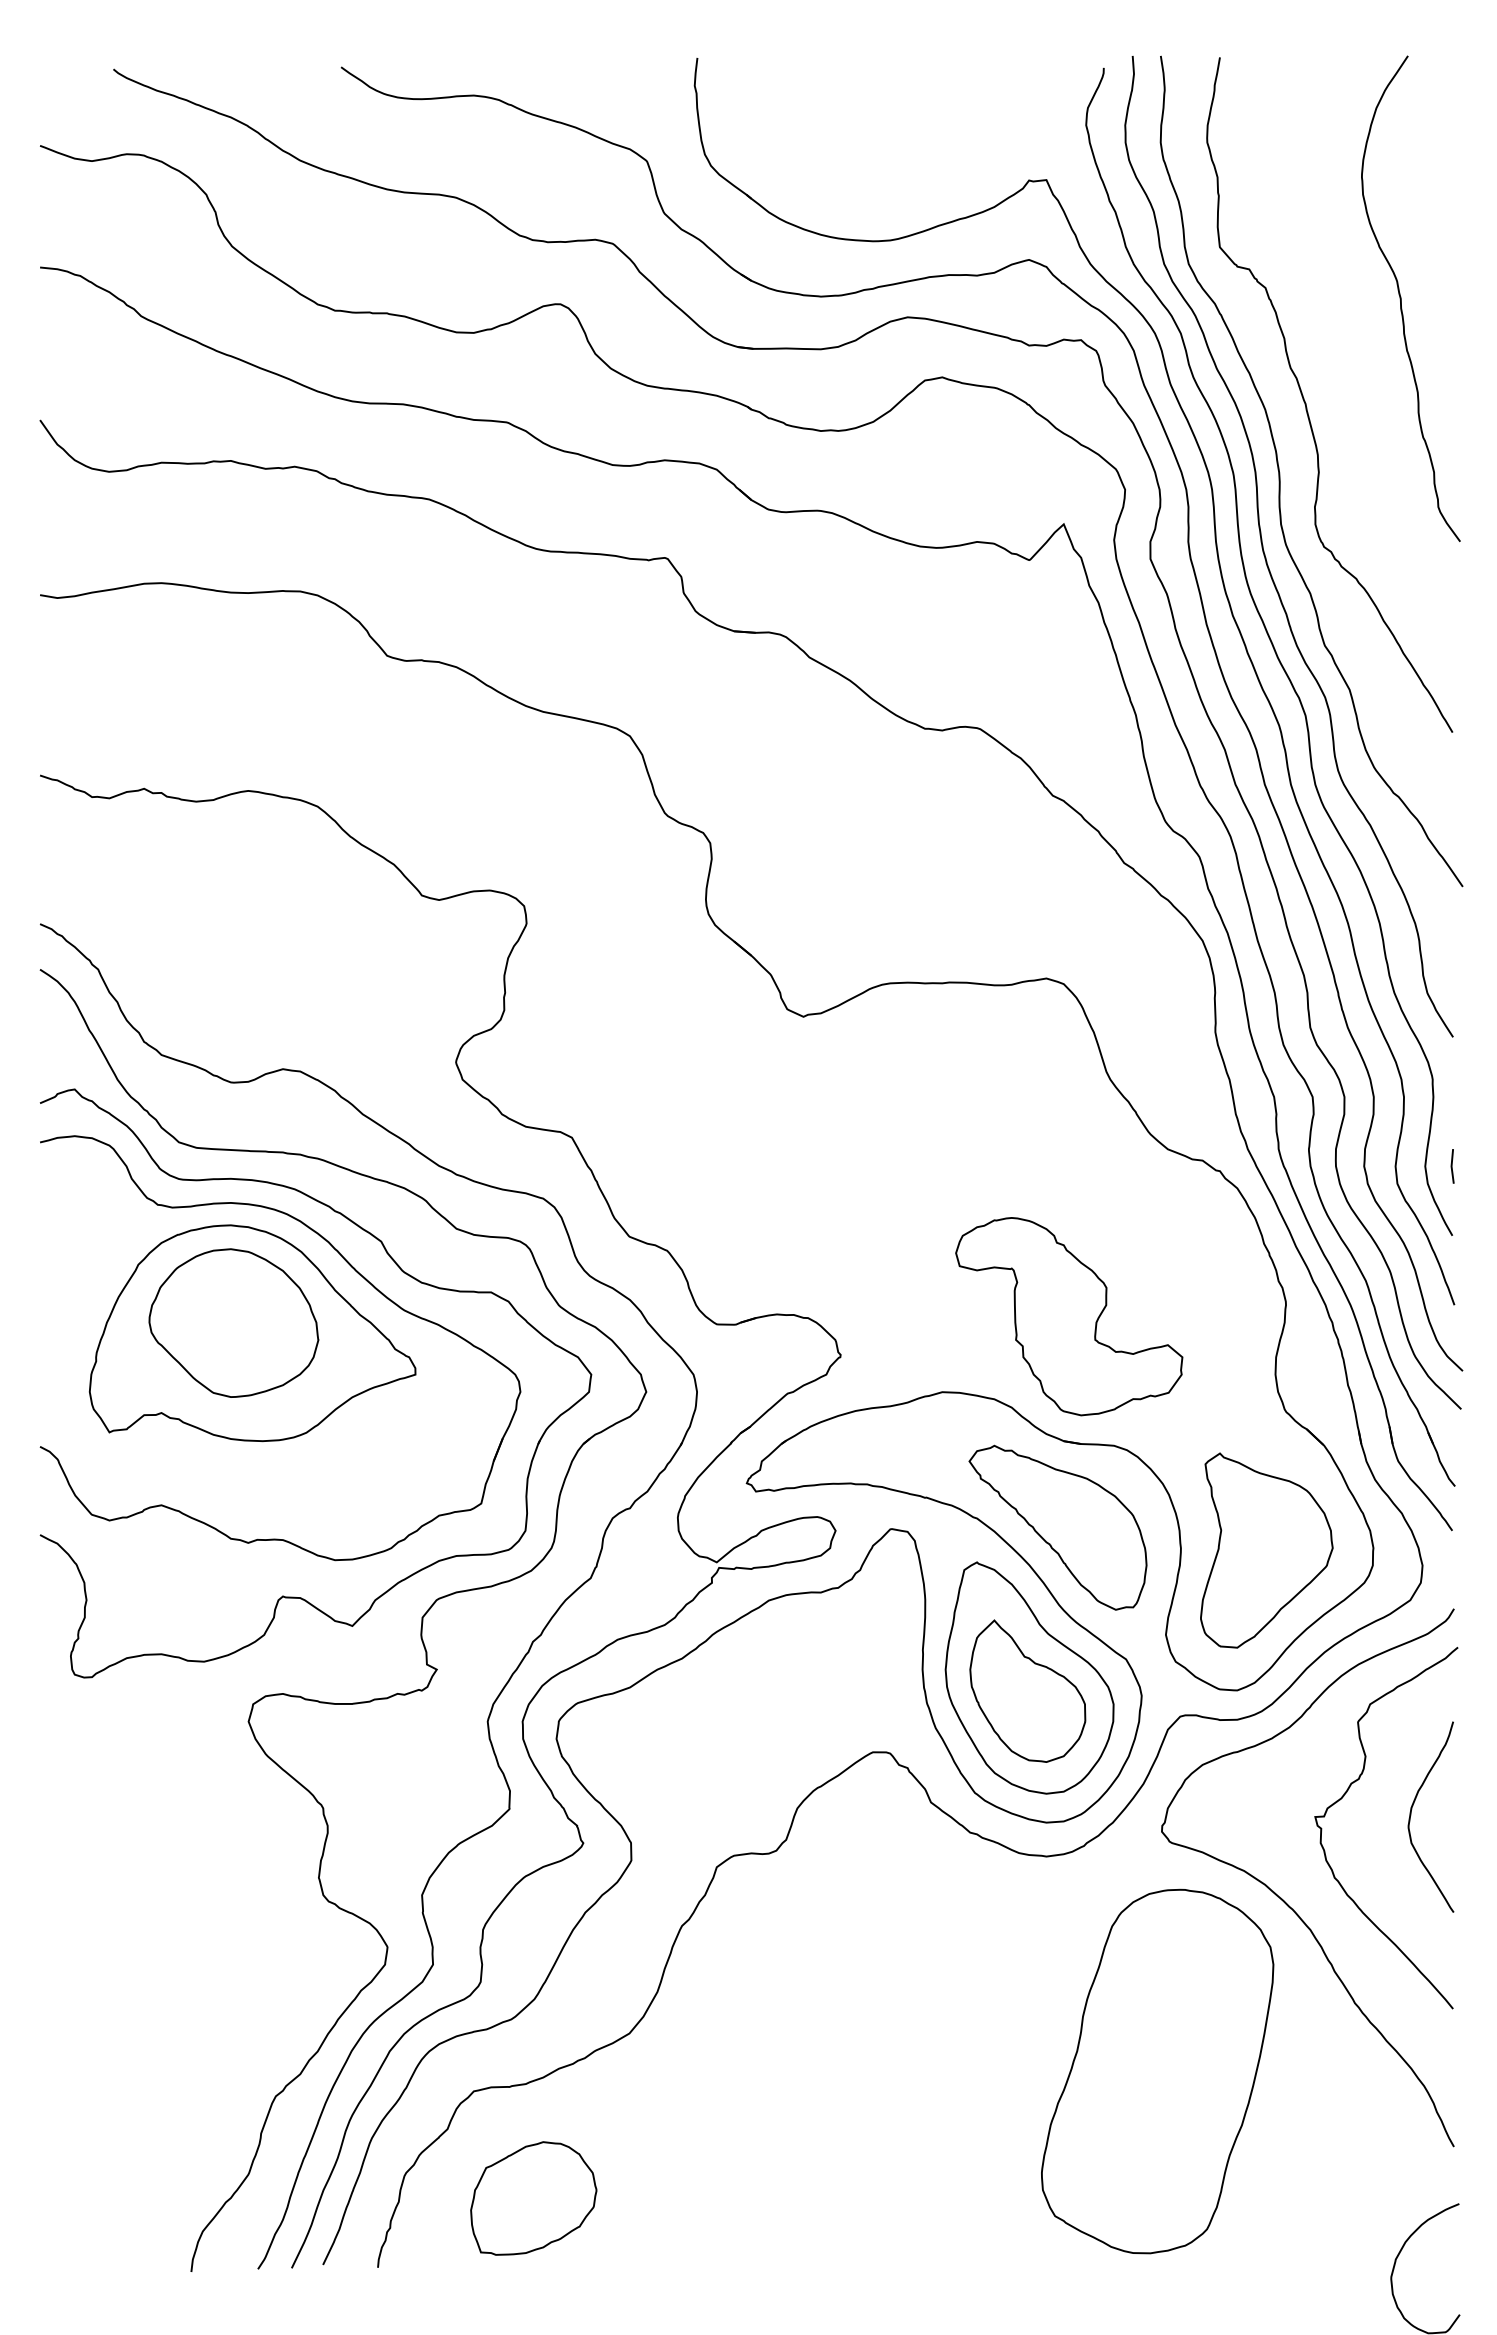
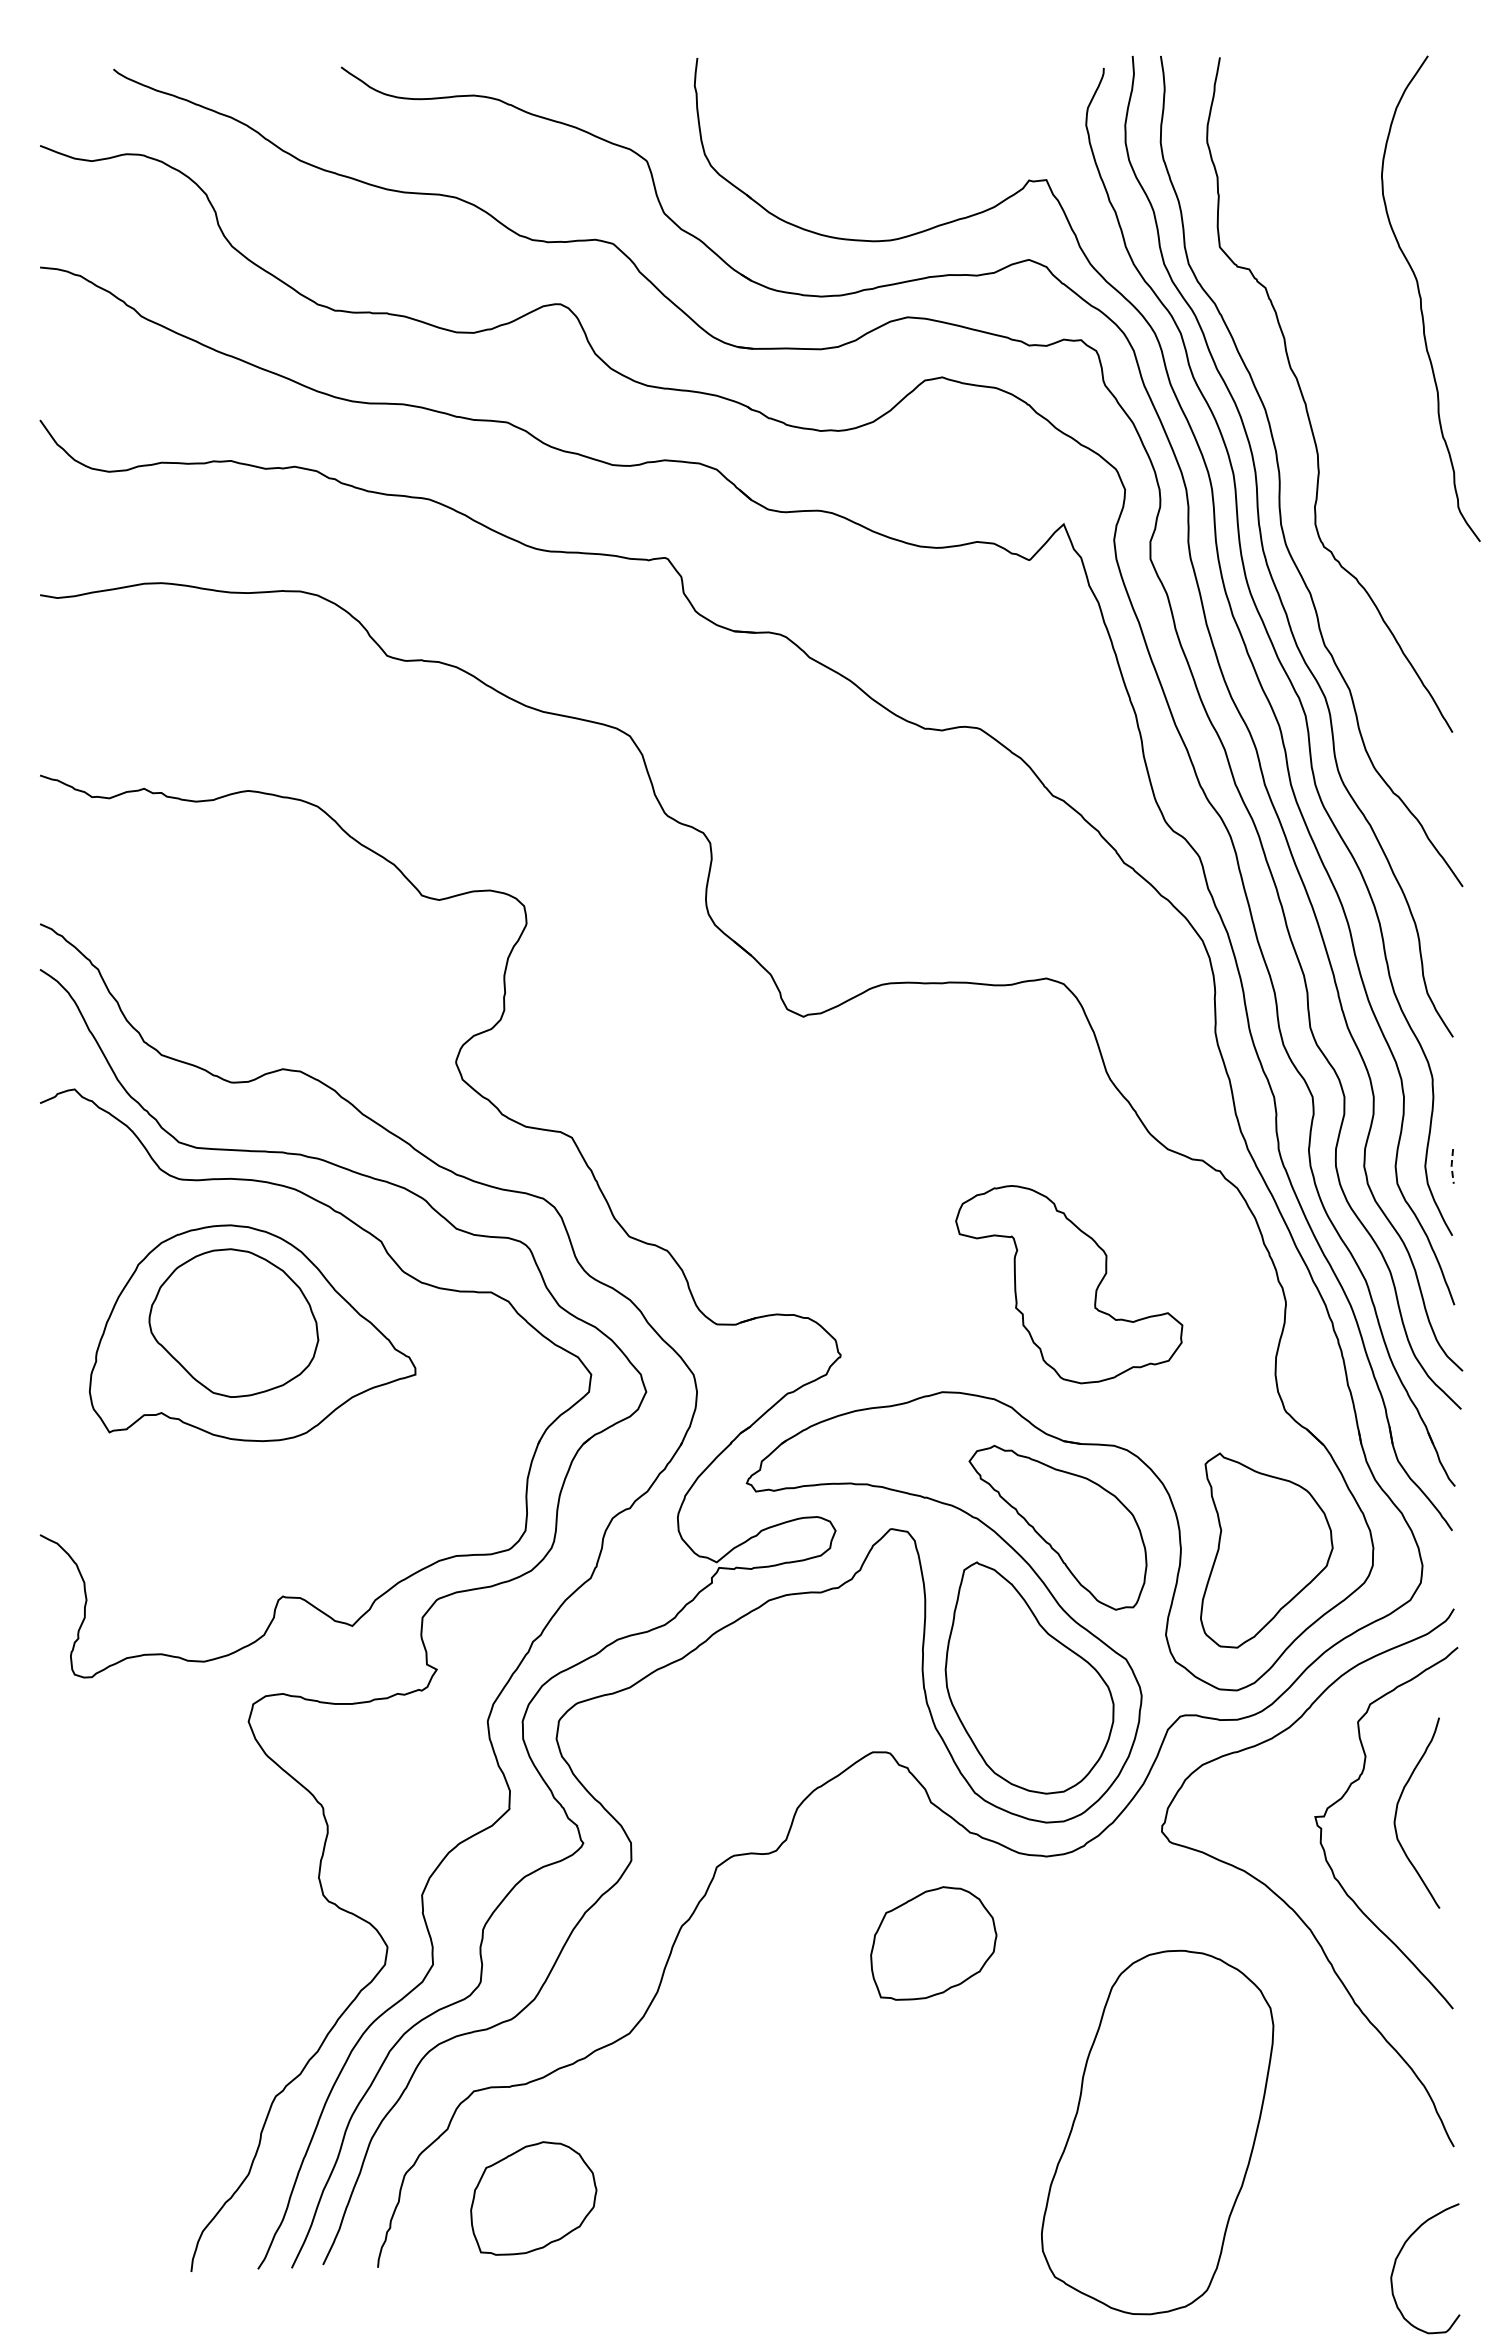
curve at (1401, 298) position: (1401, 298) -> (1421, 298)
line at (1451, 1166): solid -> dashed
part at (356, 1272): present -> none
part at (1069, 1316) position: (1069, 1316) -> (1069, 1284)
part at (1027, 1690): present -> none
curve at (1411, 1815) position: (1411, 1815) -> (1397, 1811)
part at (933, 1943): none -> present
part at (1157, 2071) position: (1157, 2071) -> (1157, 2132)
